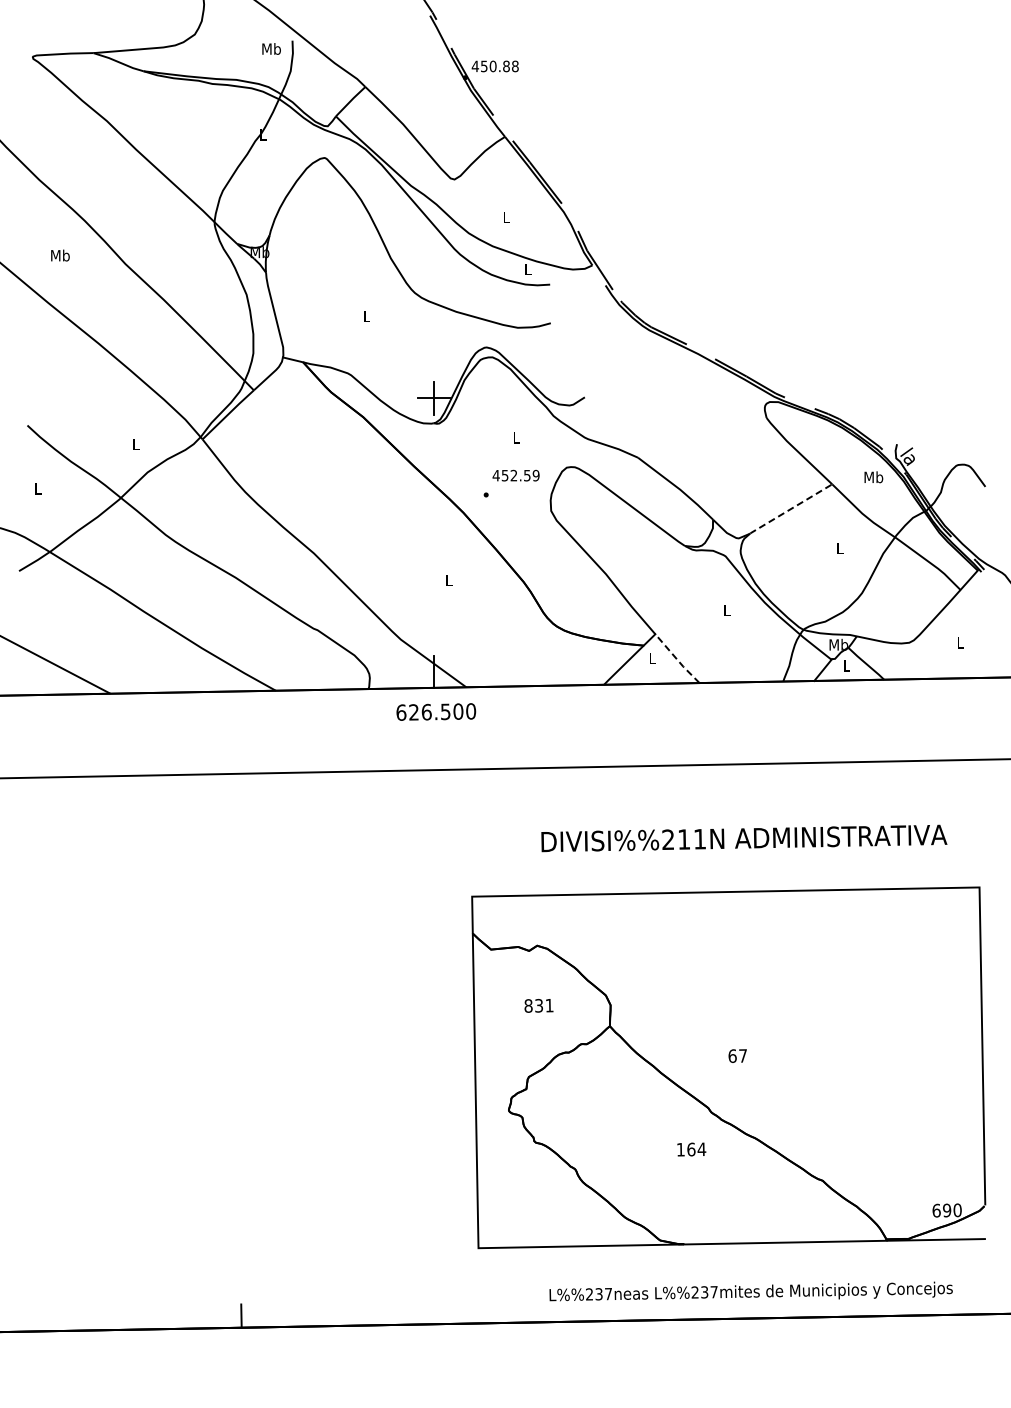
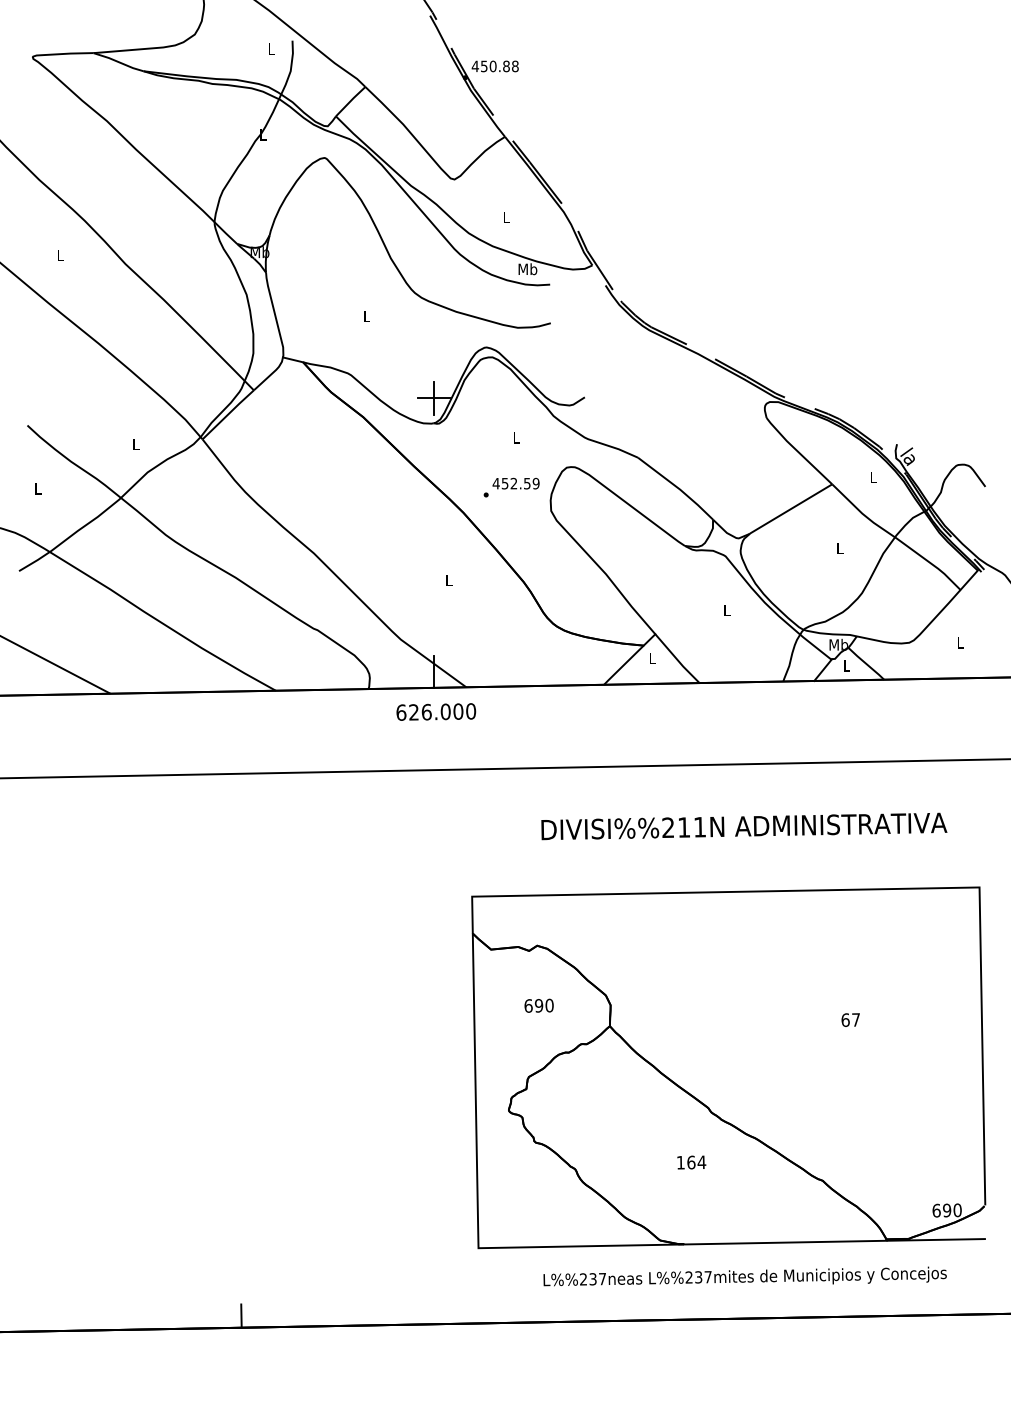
text at (271, 48): Mb -> L
text at (60, 255): Mb -> L
text at (527, 269): L -> Mb
text at (515, 475) position: (515, 475) -> (515, 483)
text at (873, 477): Mb -> L
line at (790, 509): dashed -> solid
line at (677, 659): dashed -> solid
text at (445, 711): 626.500 -> 626.000
text at (744, 838) position: (744, 838) -> (744, 826)
text at (538, 1005): 831 -> 690
text at (737, 1055) position: (737, 1055) -> (850, 1019)
text at (691, 1149) position: (691, 1149) -> (691, 1162)
text at (750, 1291) position: (750, 1291) -> (744, 1276)
